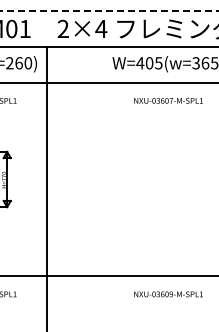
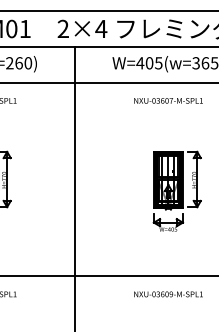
line at (109, 11): dashed -> solid
line at (47, 187) position: (47, 187) -> (75, 187)
part at (176, 190): none -> present
